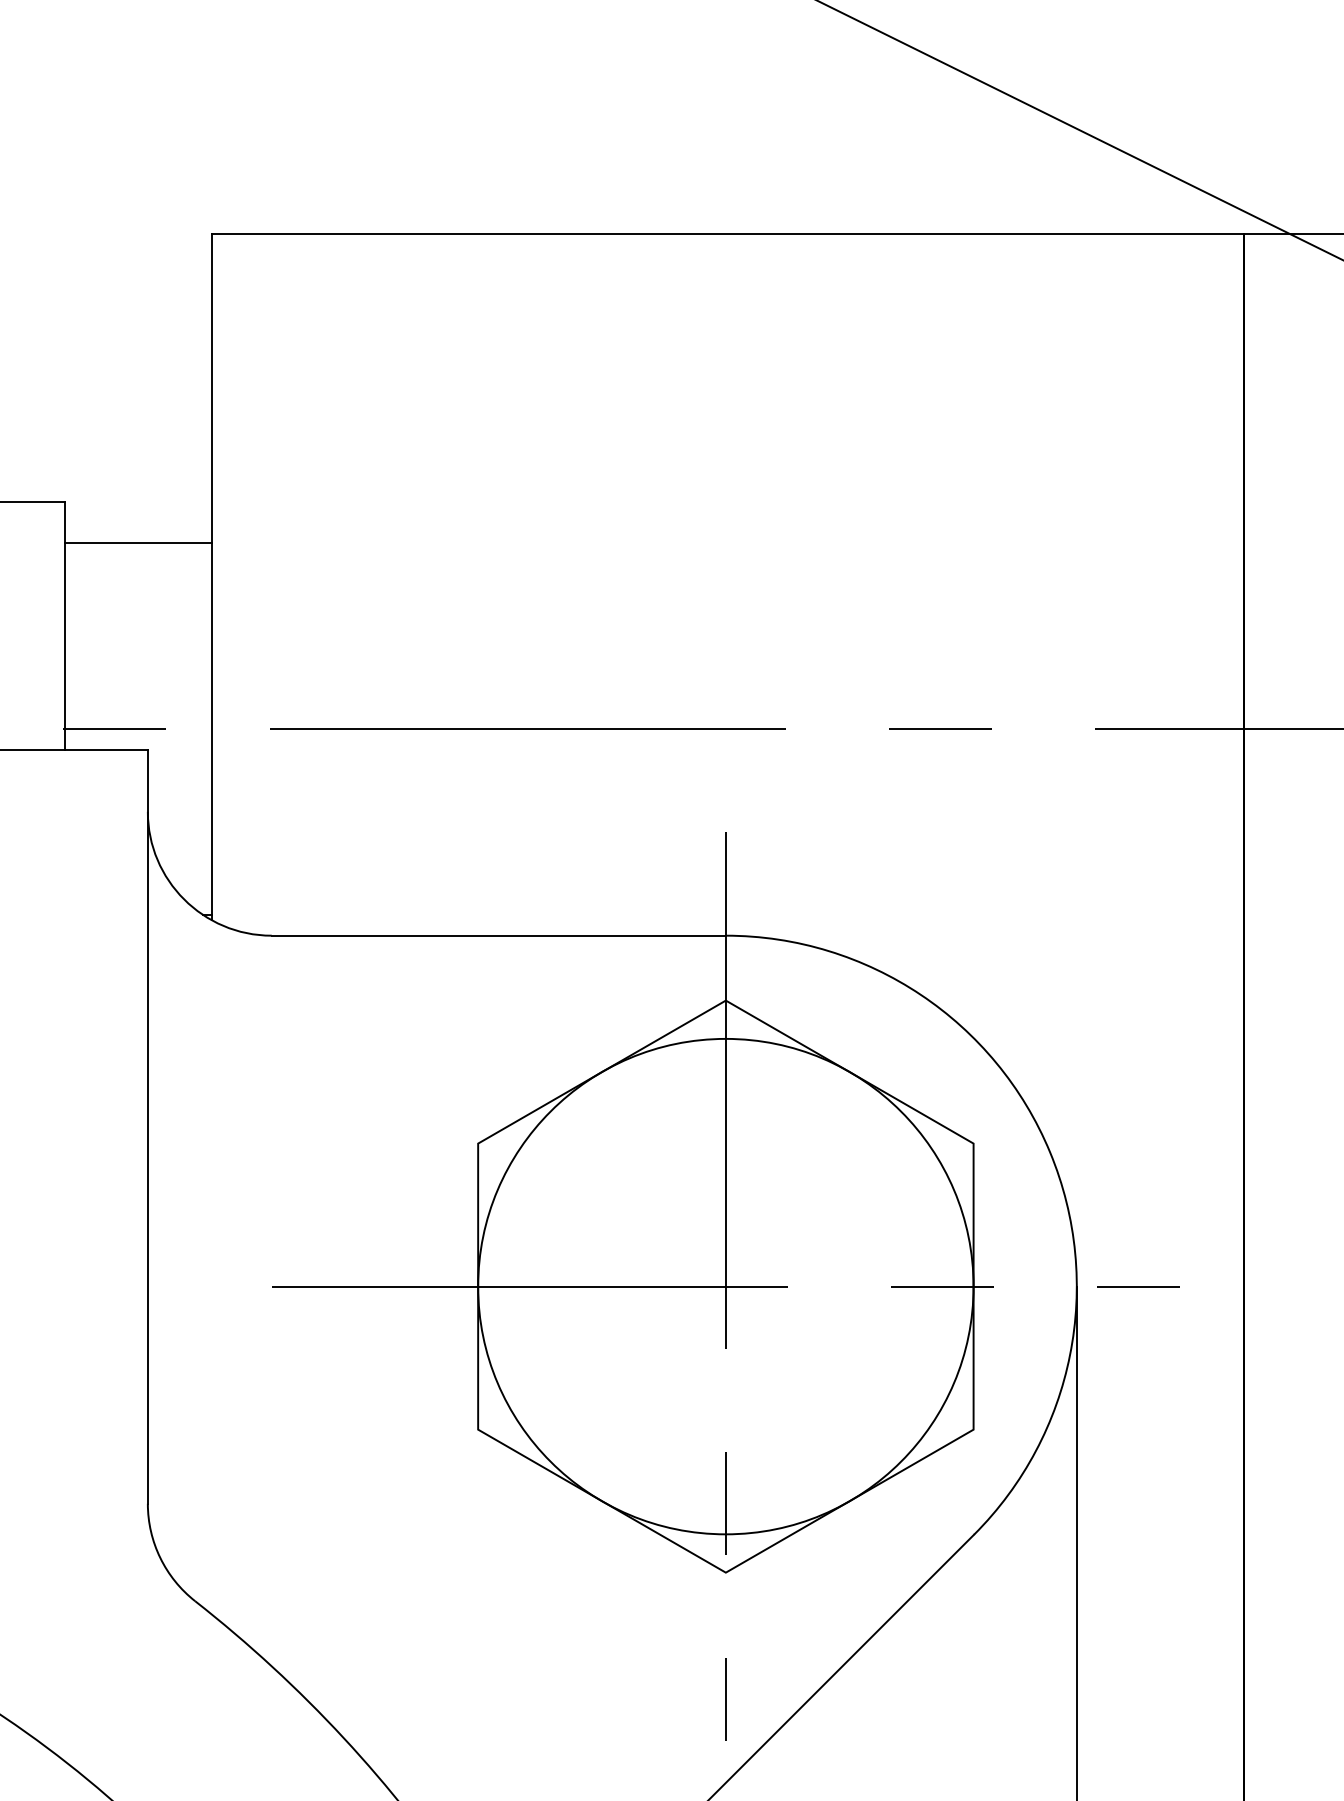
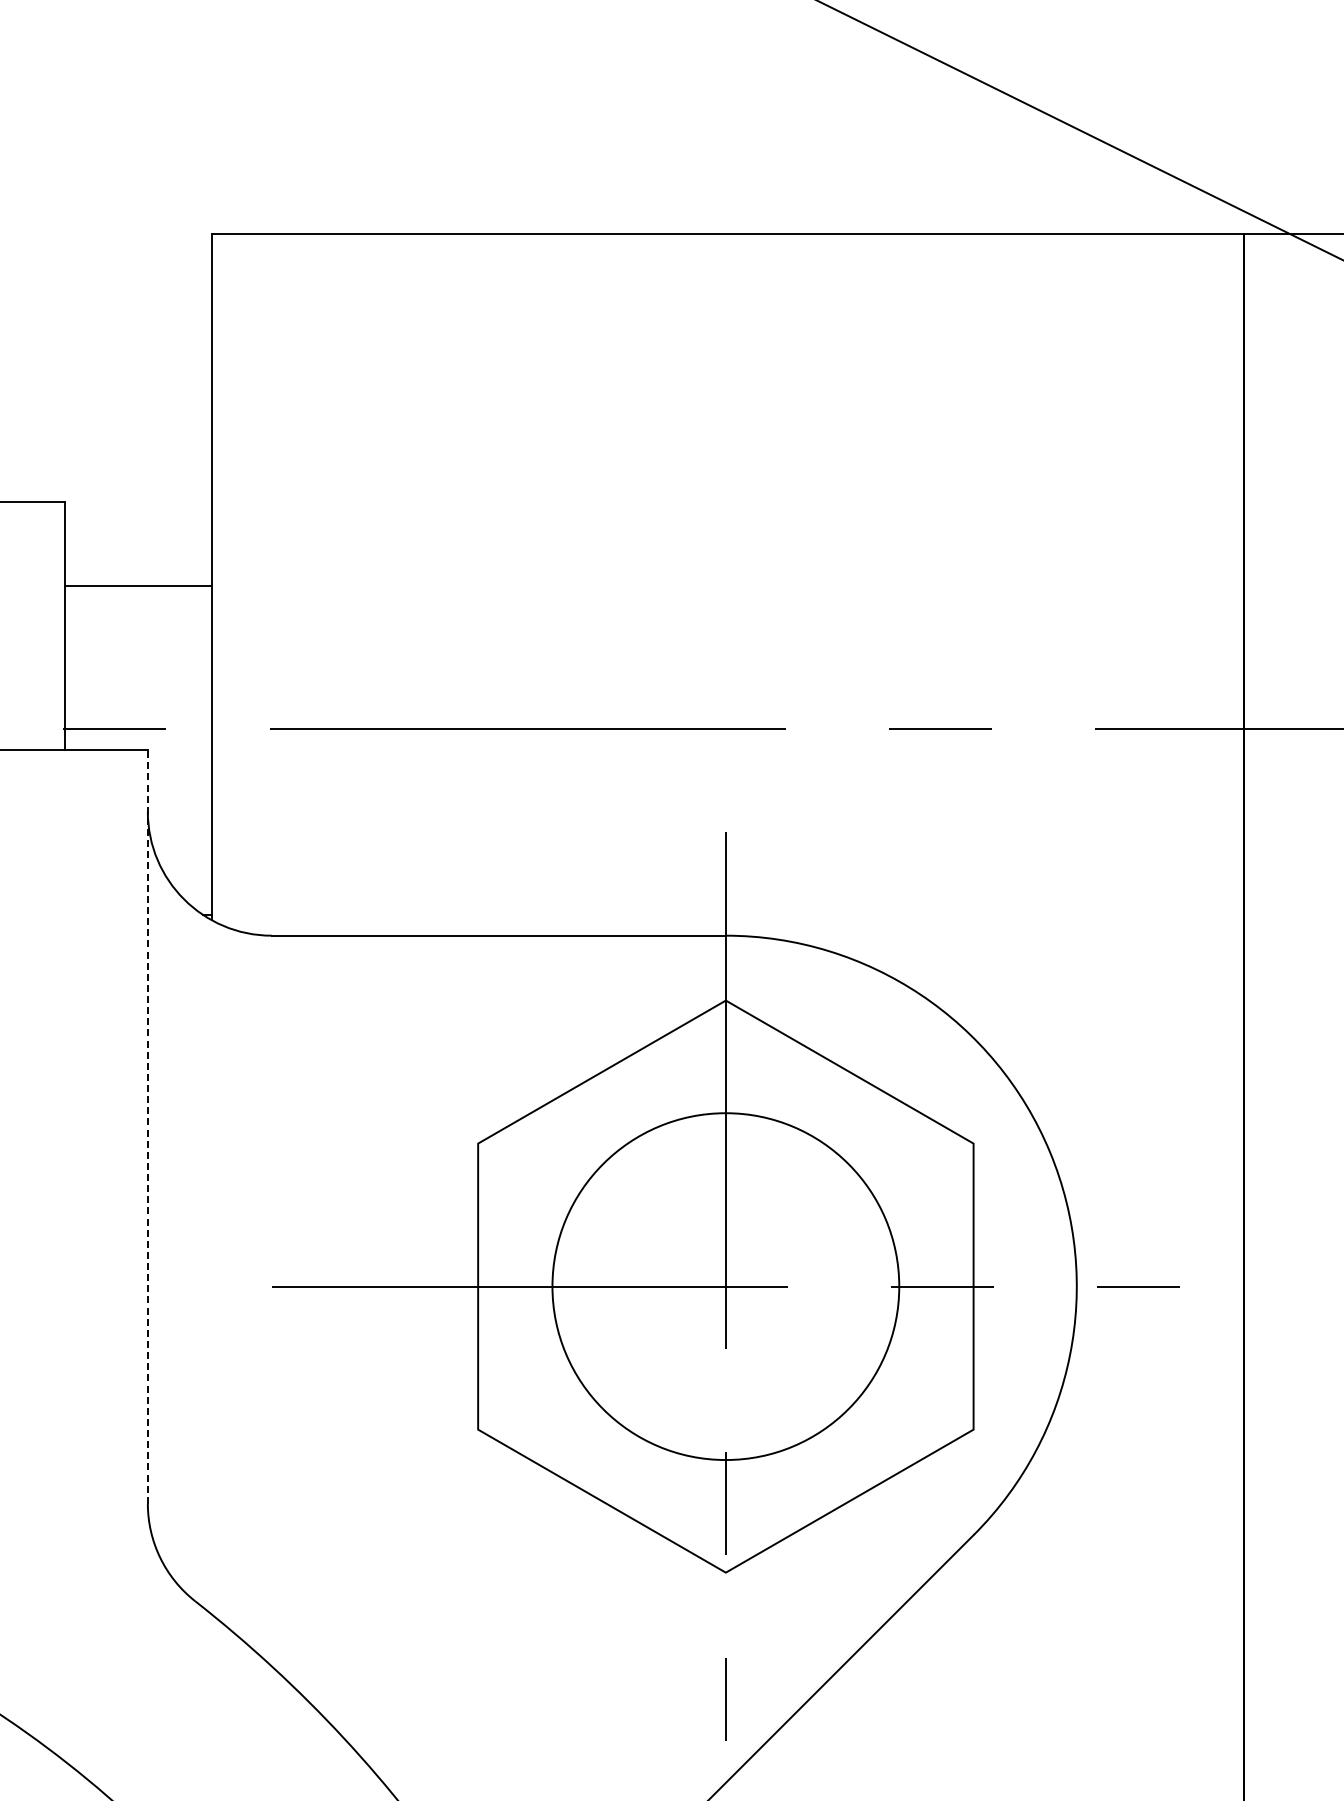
line at (138, 543) position: (138, 543) -> (138, 586)
line at (147, 1126): solid -> dashed
circle at (725, 1286) diameter: 495 px -> 347 px
line at (1076, 1541): present -> none
